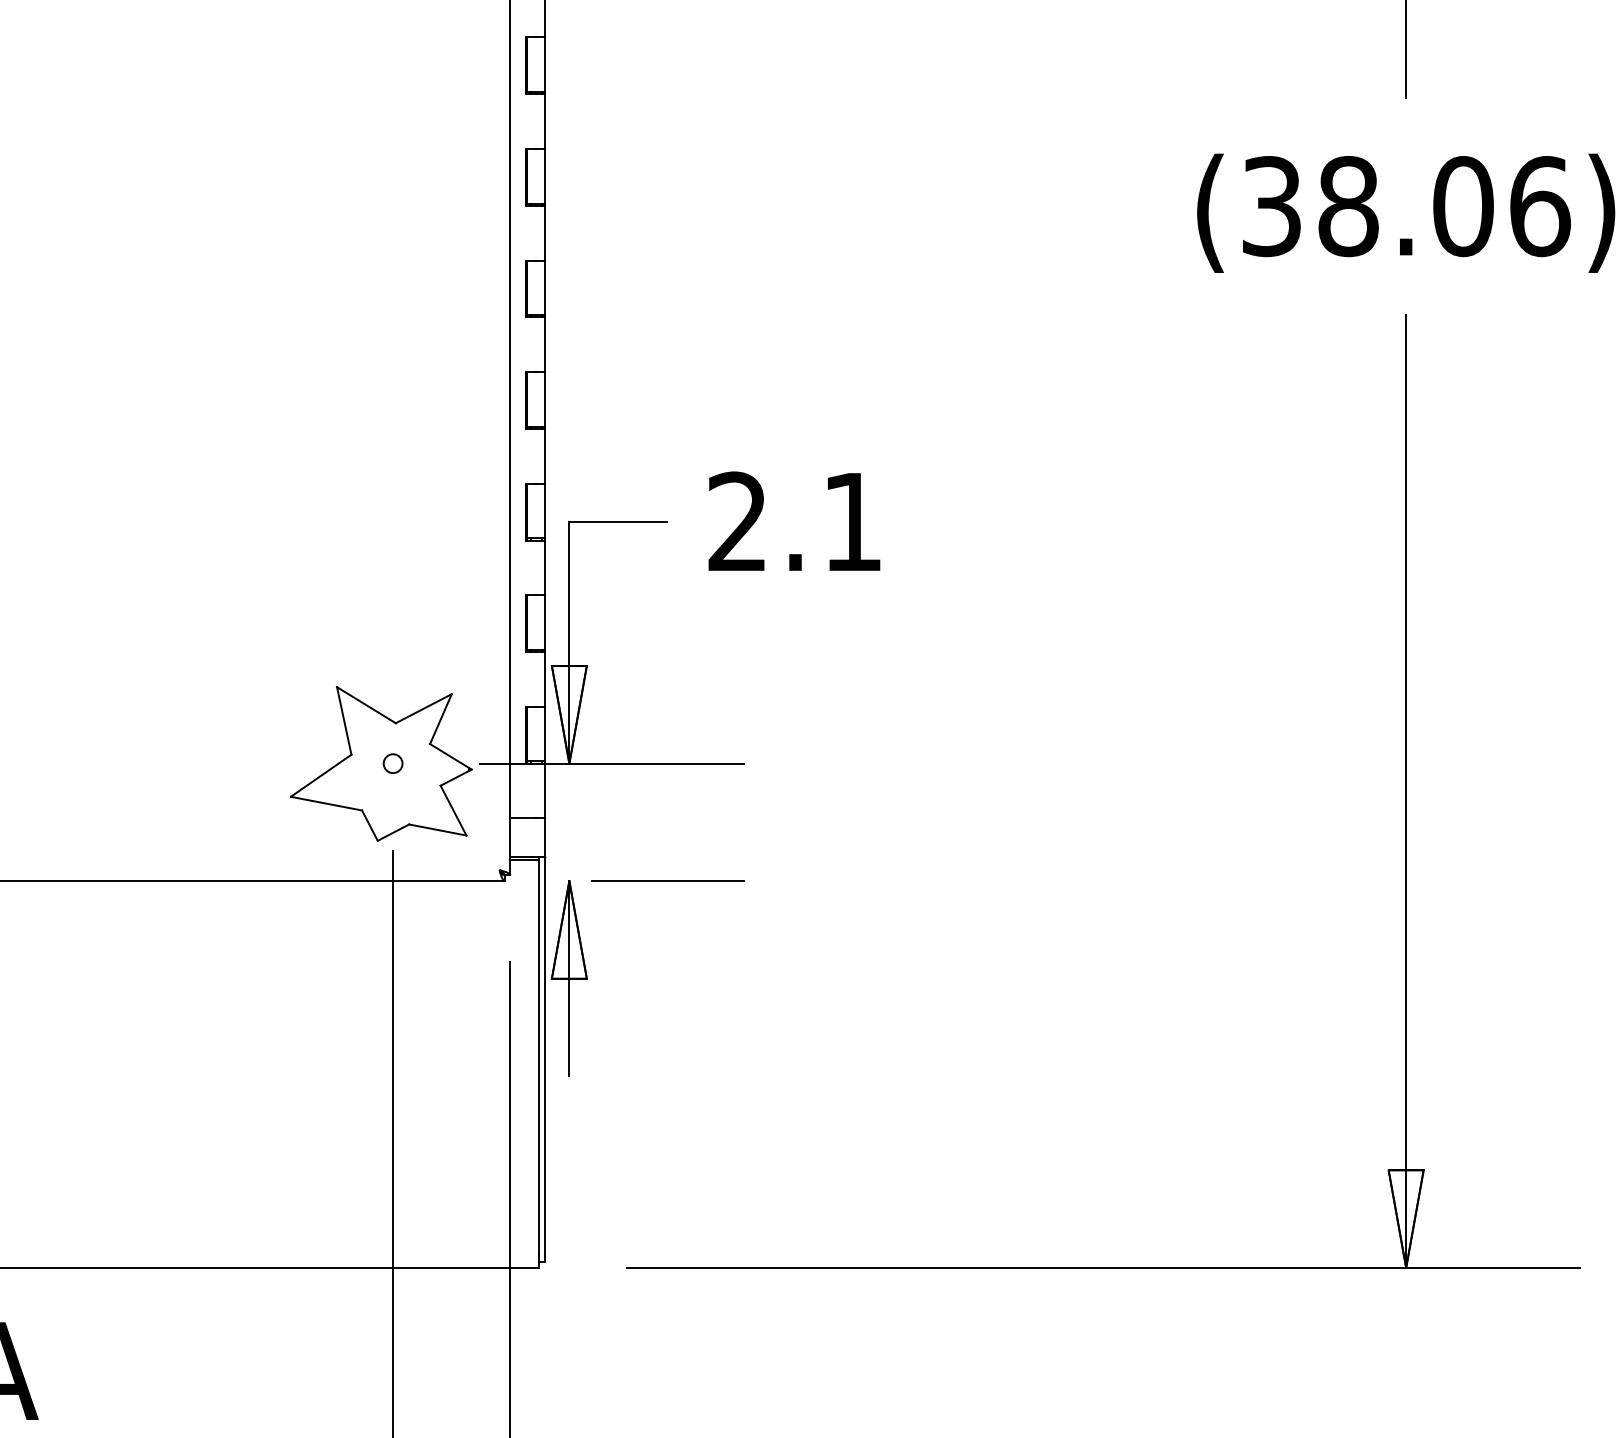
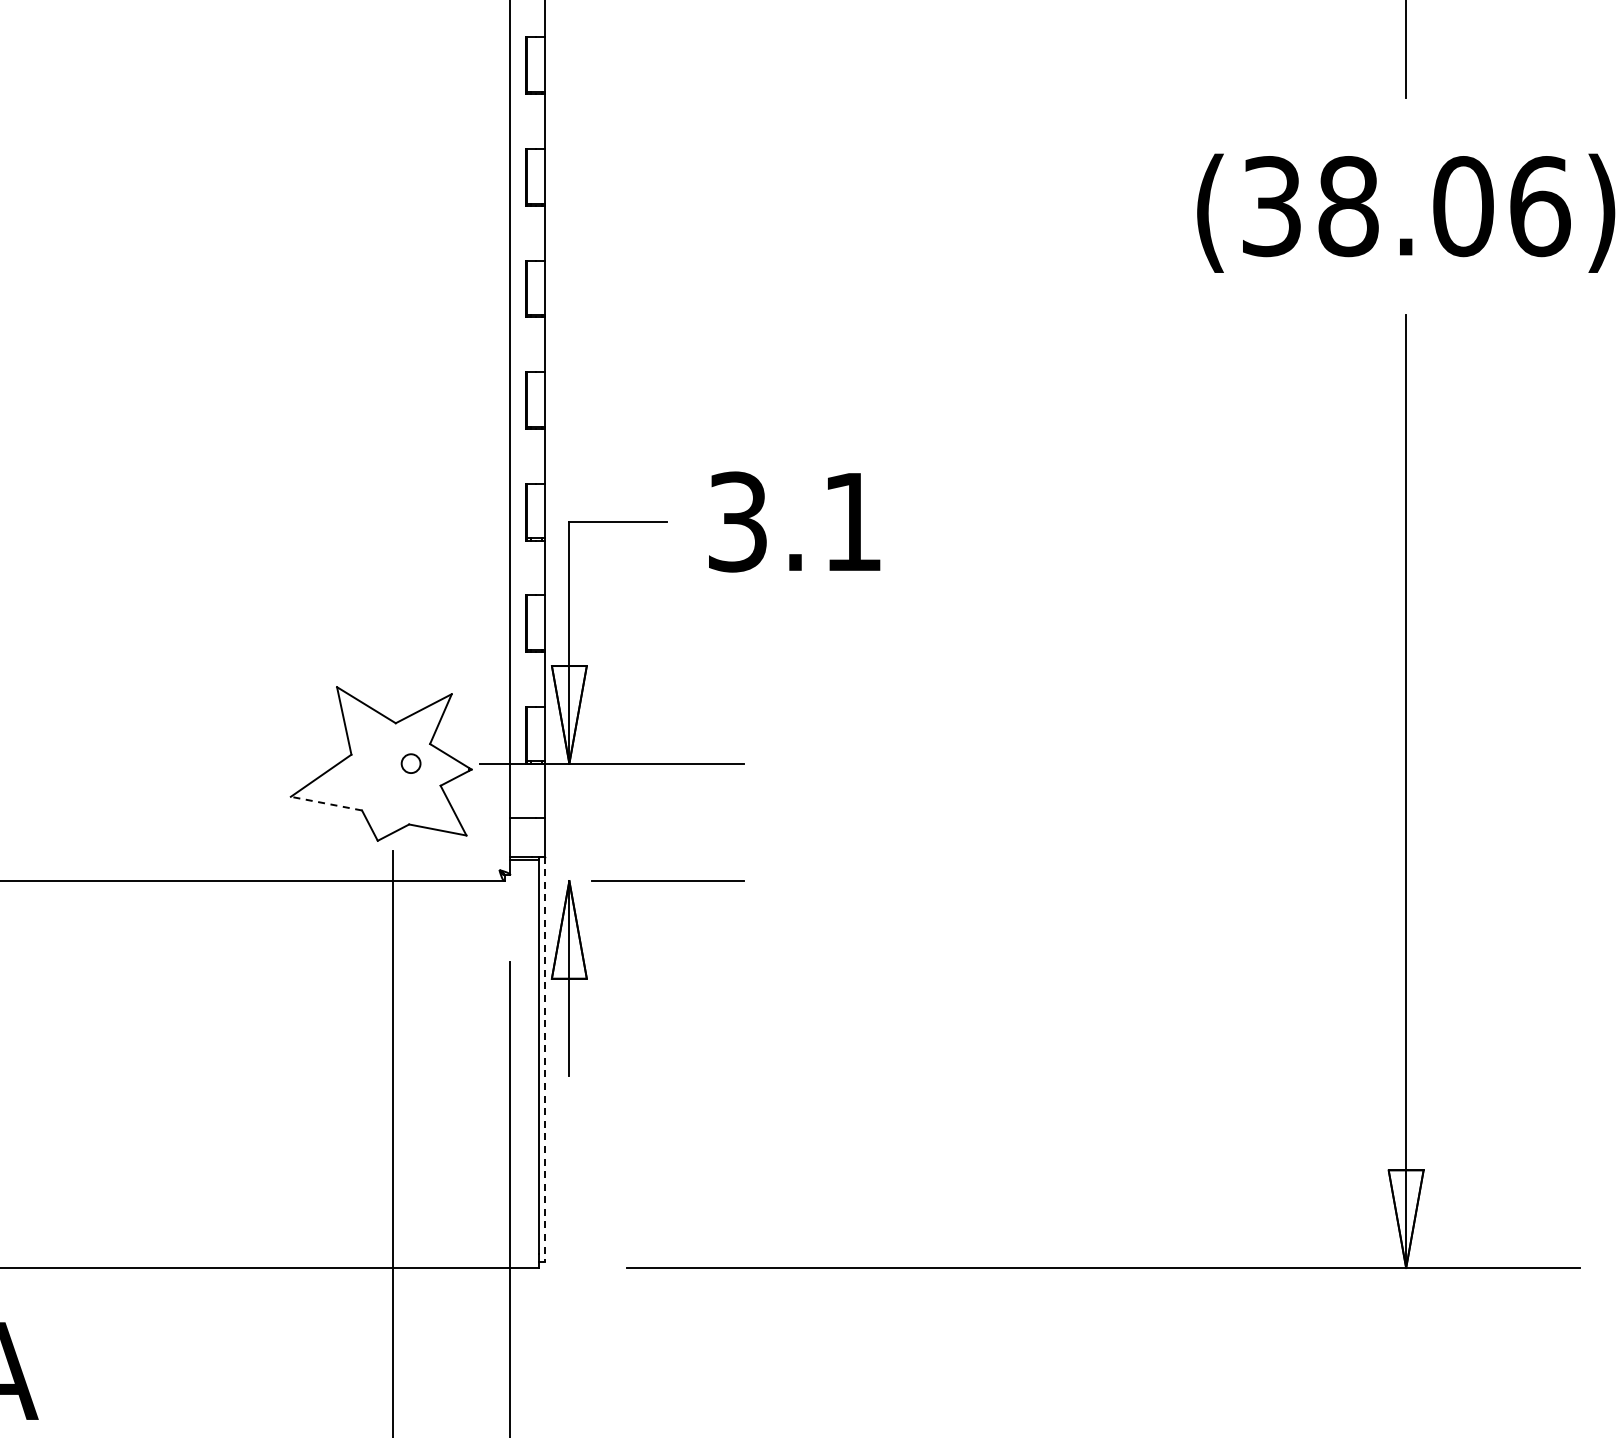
text at (737, 521): 2.1 -> 3.1
circle at (392, 763) position: (392, 763) -> (410, 763)
line at (325, 803): solid -> dashed
line at (545, 1059): solid -> dashed
